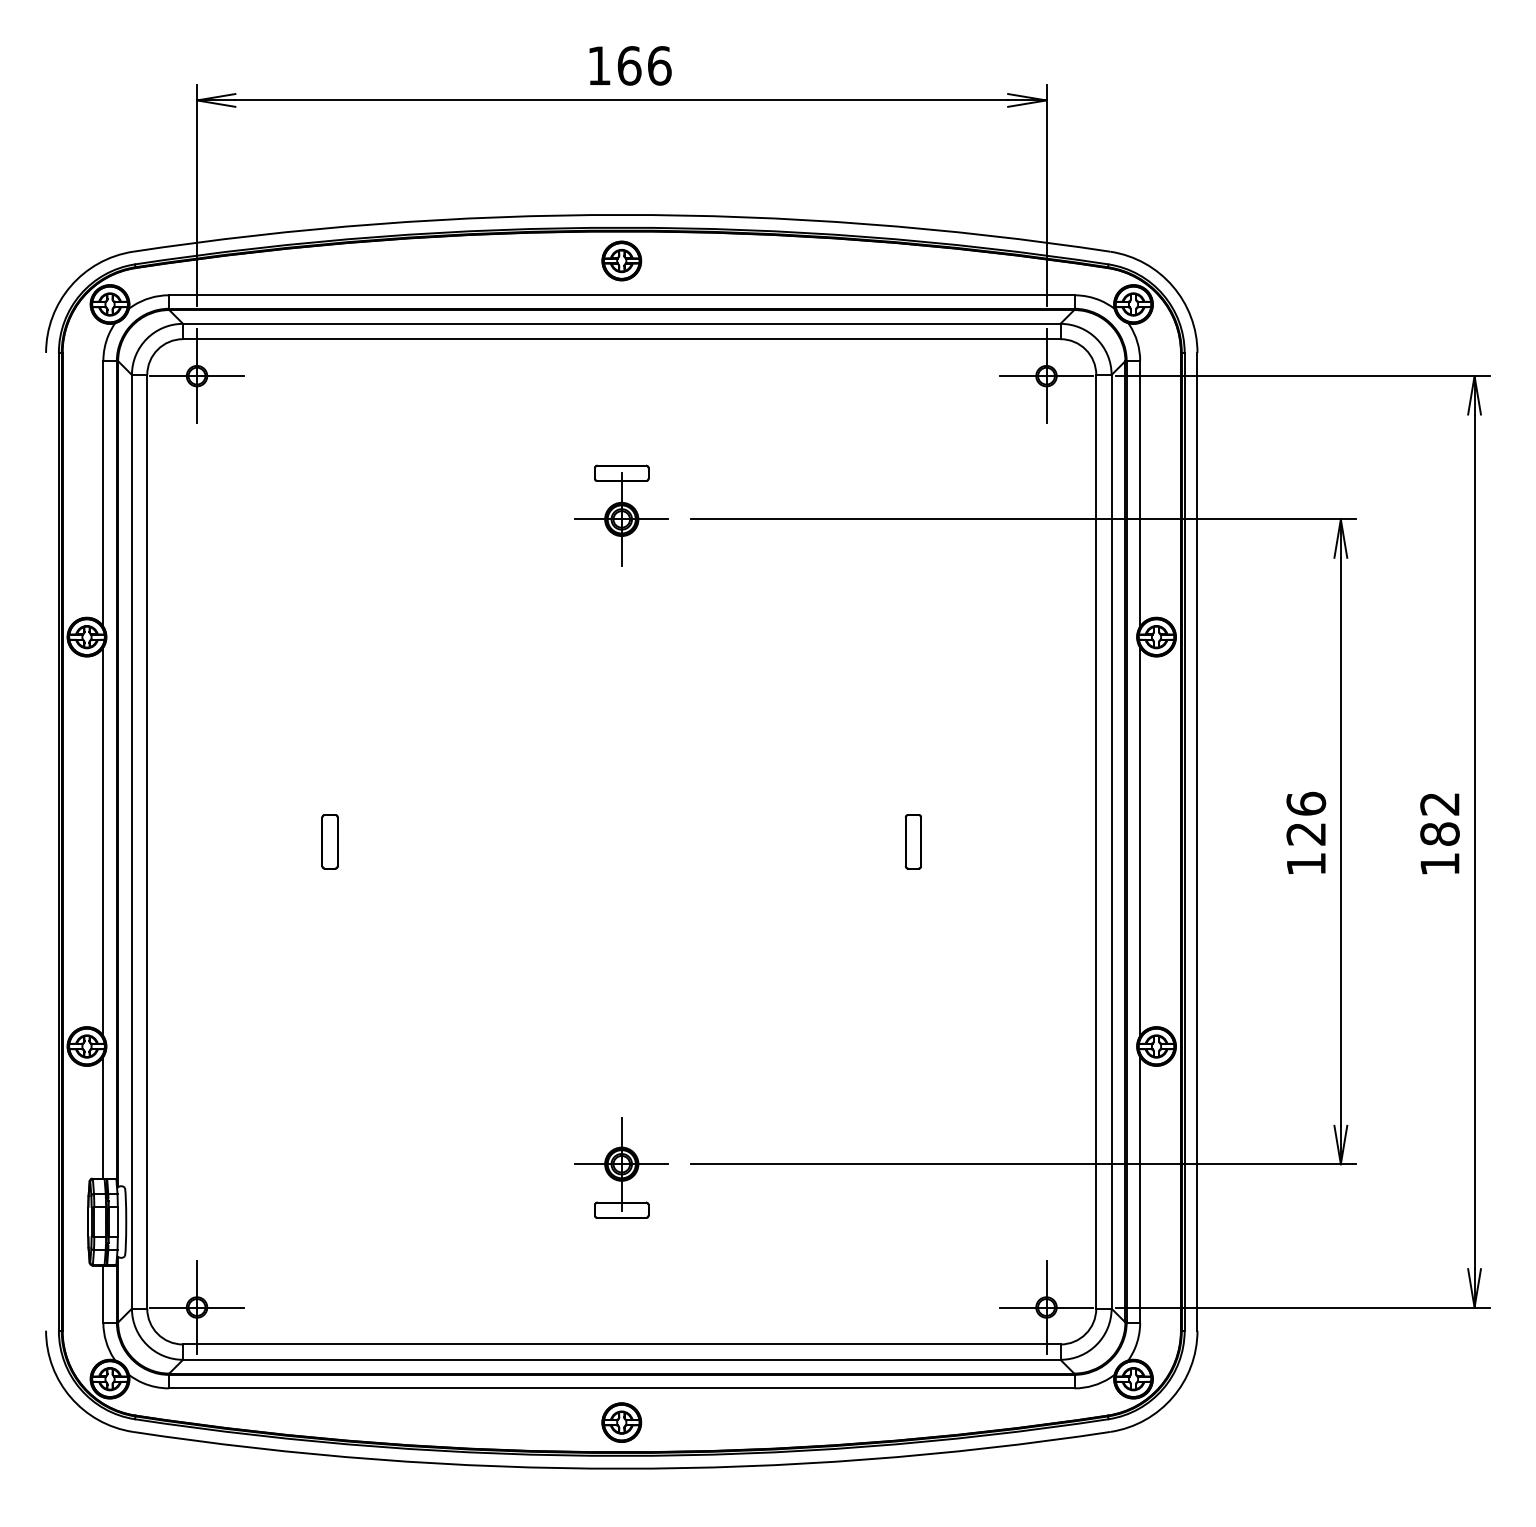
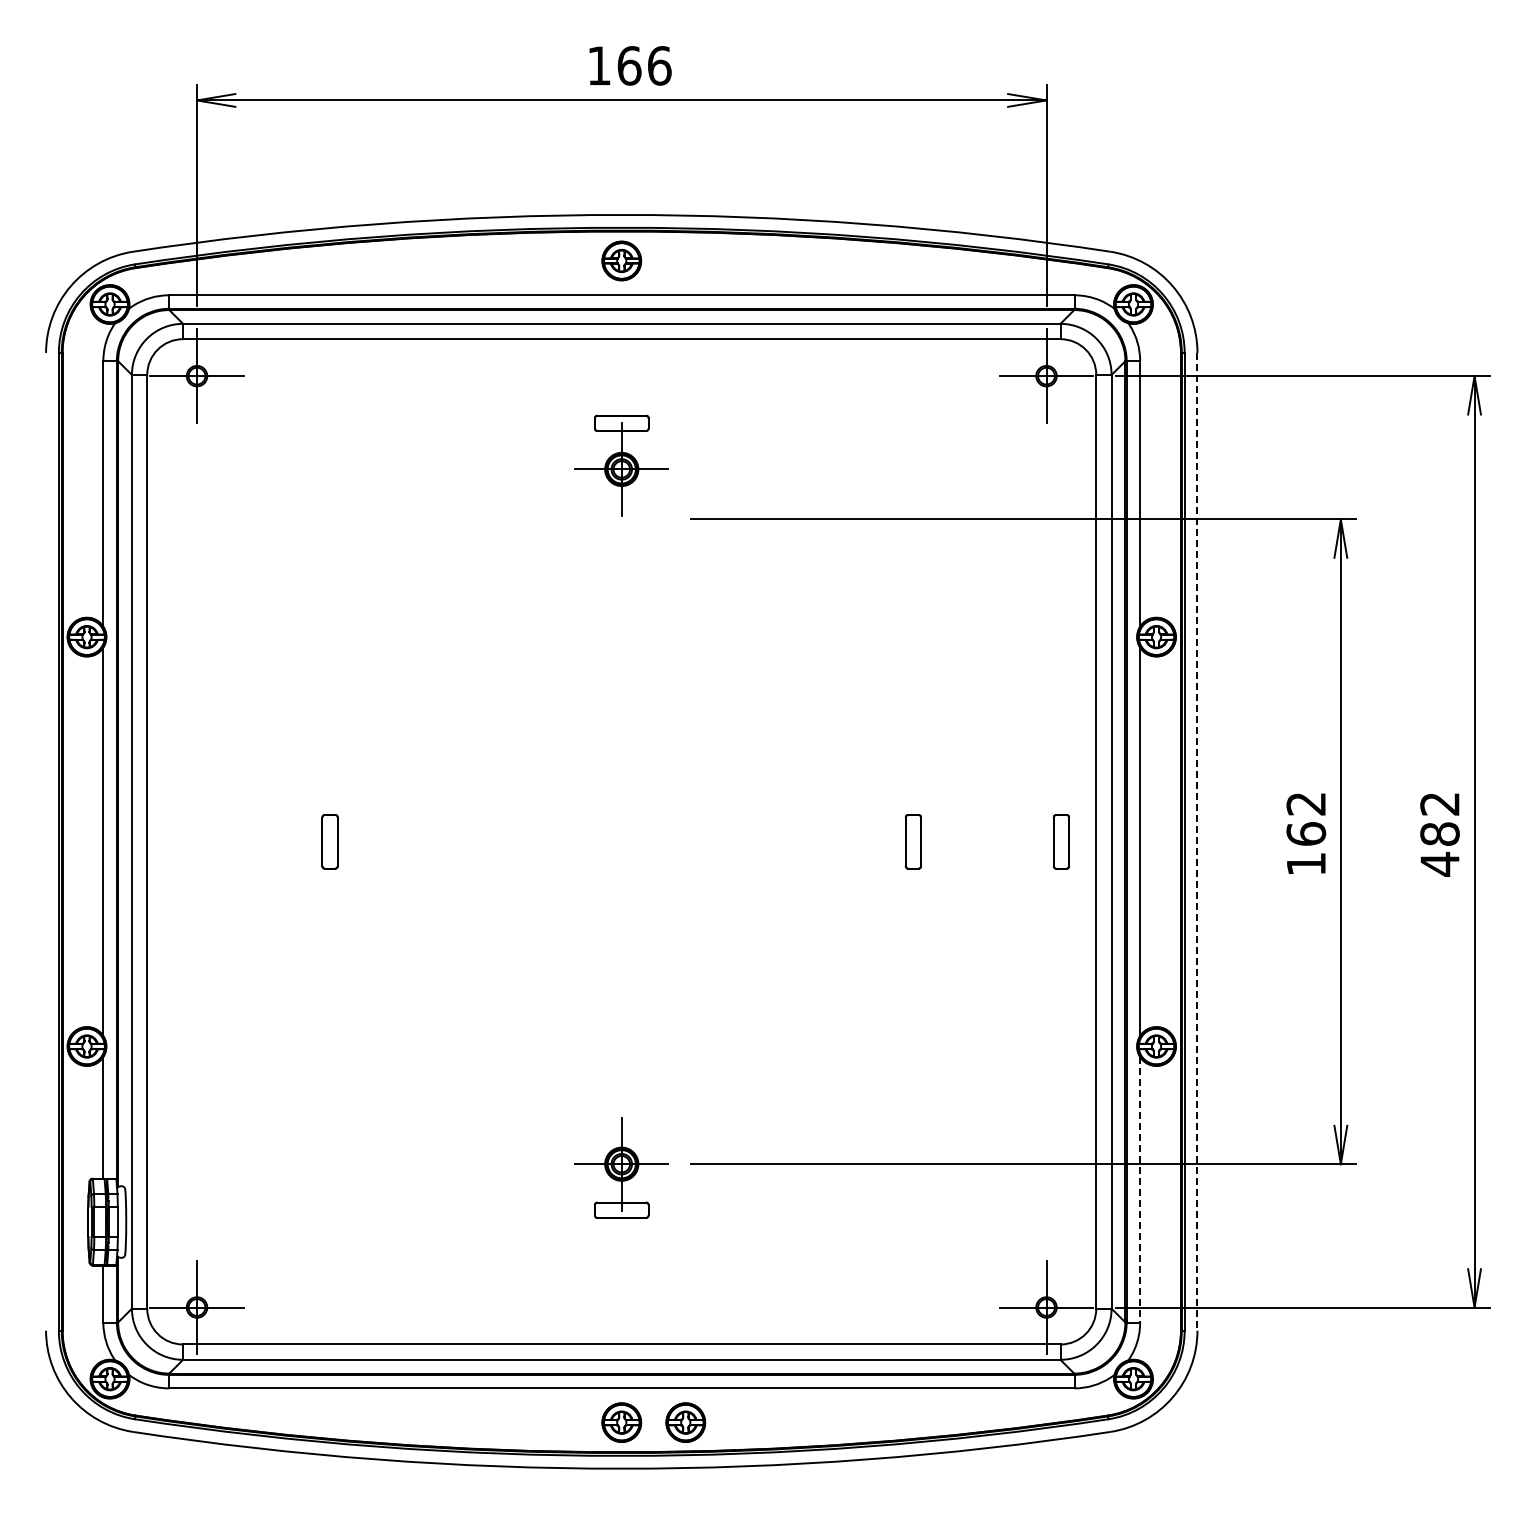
part at (621, 515) position: (621, 515) -> (621, 465)
text at (1306, 818): 126 -> 162
part at (1060, 841): none -> present
line at (1197, 841): solid -> dashed
text at (1439, 863): 182 -> 482
line at (1140, 1189): solid -> dashed
part at (685, 1422): none -> present
